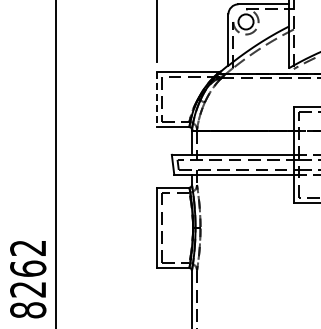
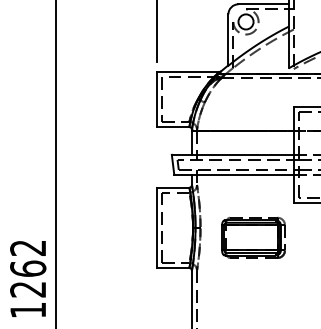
line at (156, 99): dashed -> solid
part at (253, 237): none -> present
text at (28, 310): 8262 -> 1262
